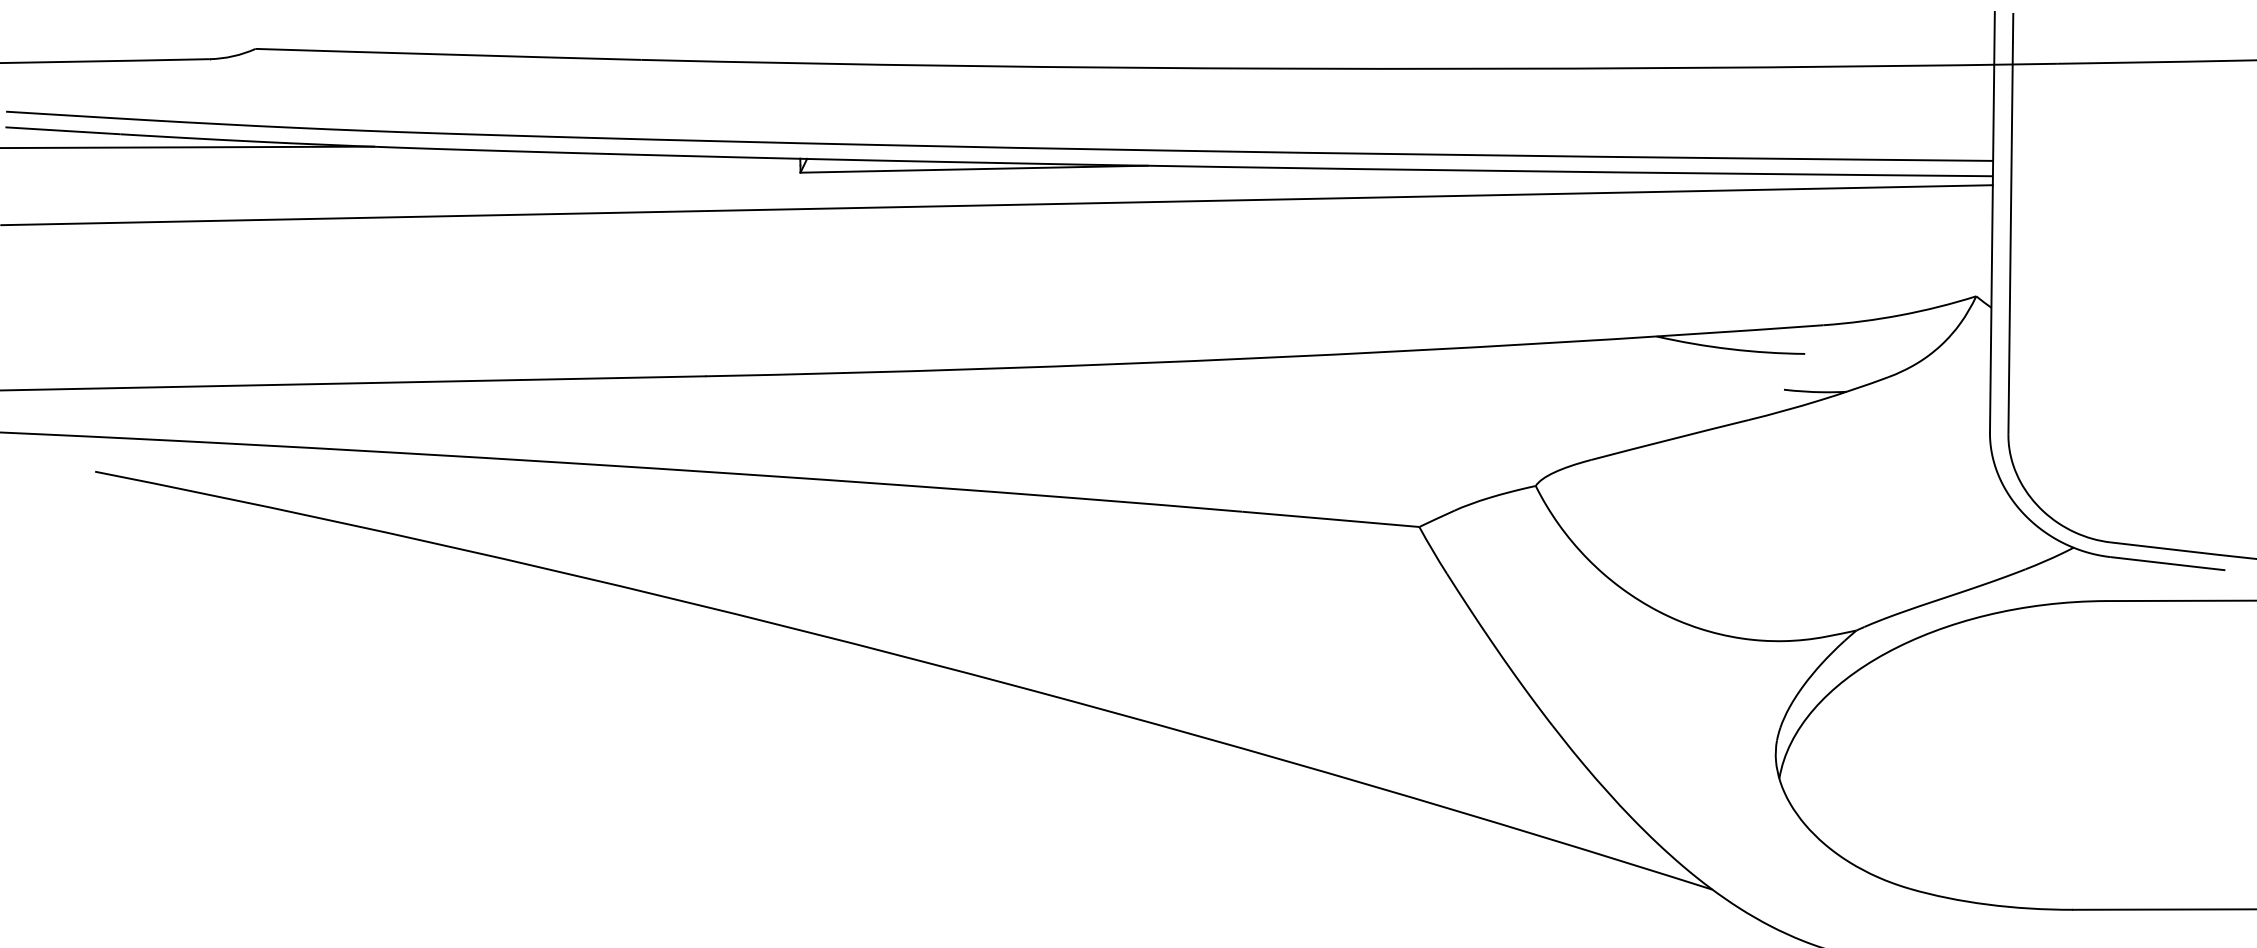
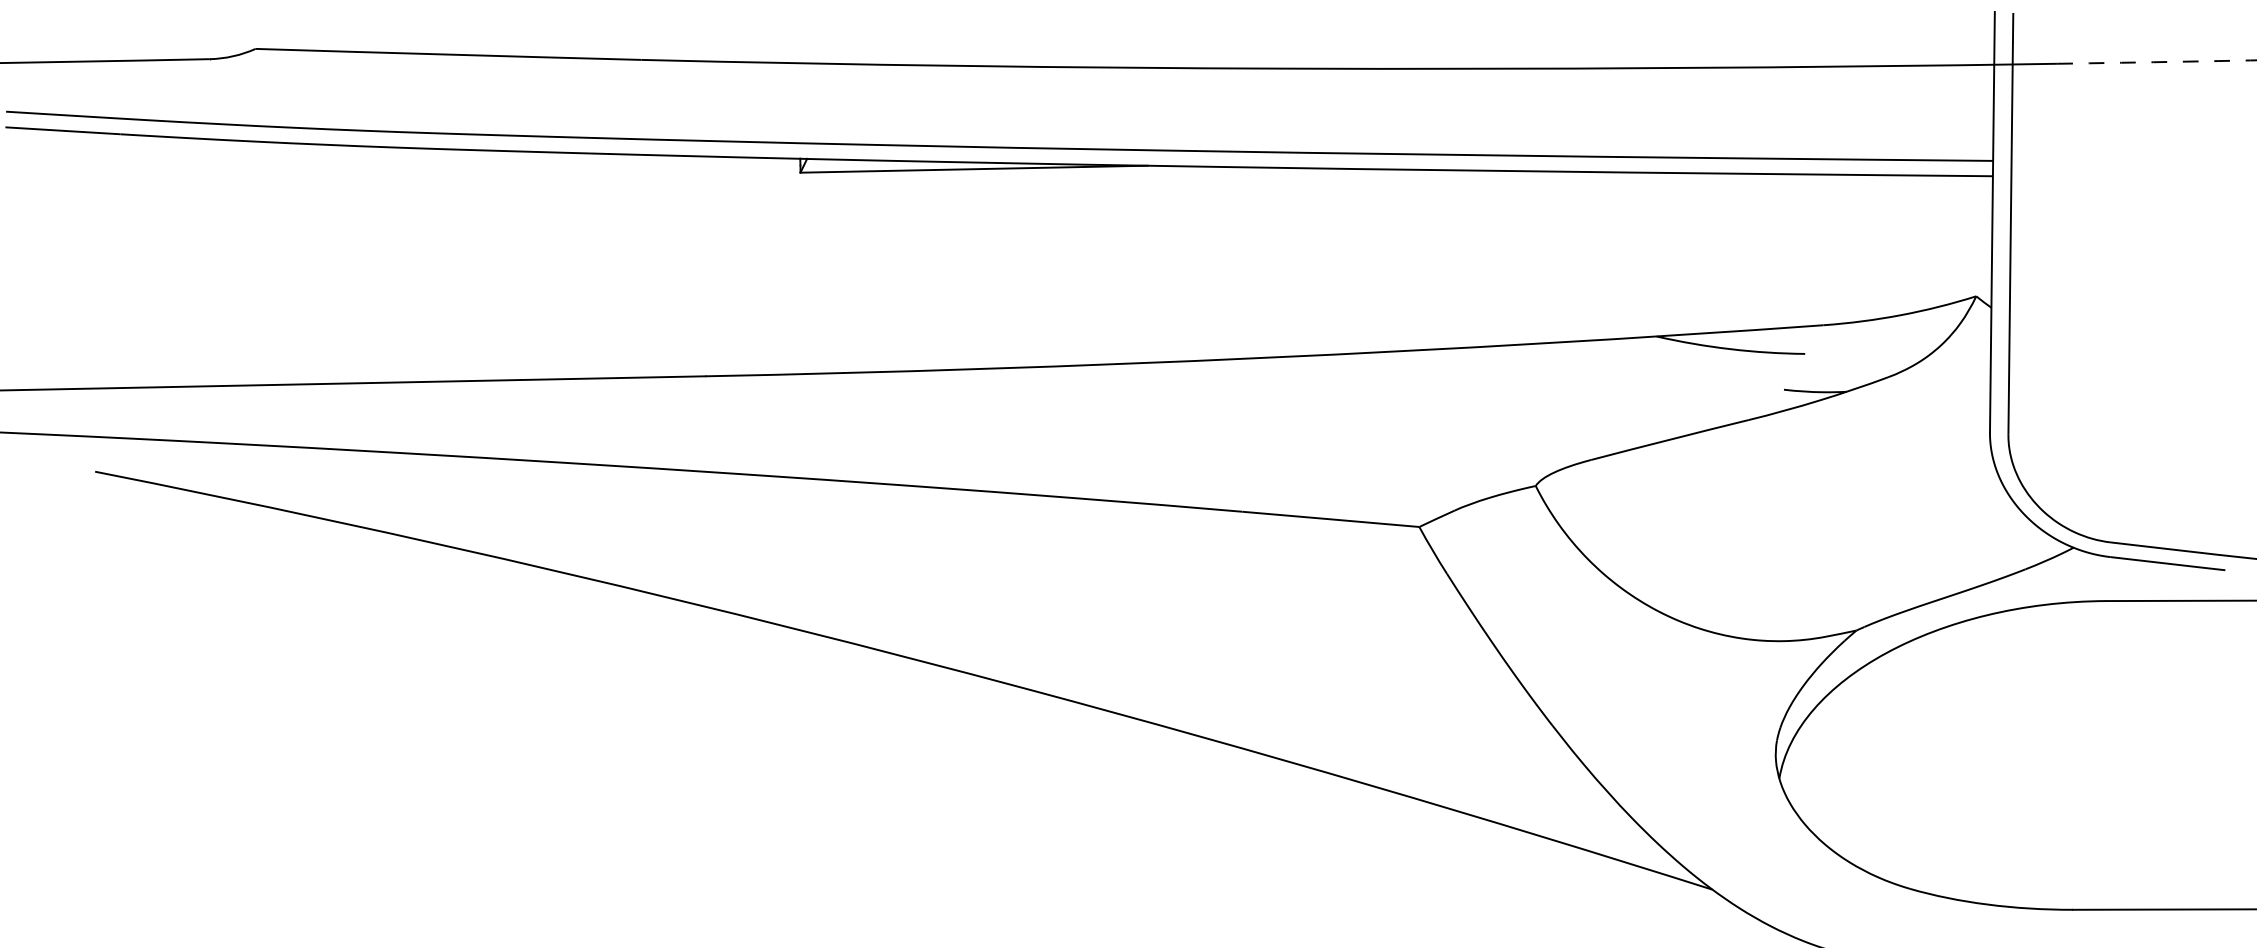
arc at (2157, 62): solid -> dashed
line at (188, 147): present -> none
line at (997, 205): present -> none
